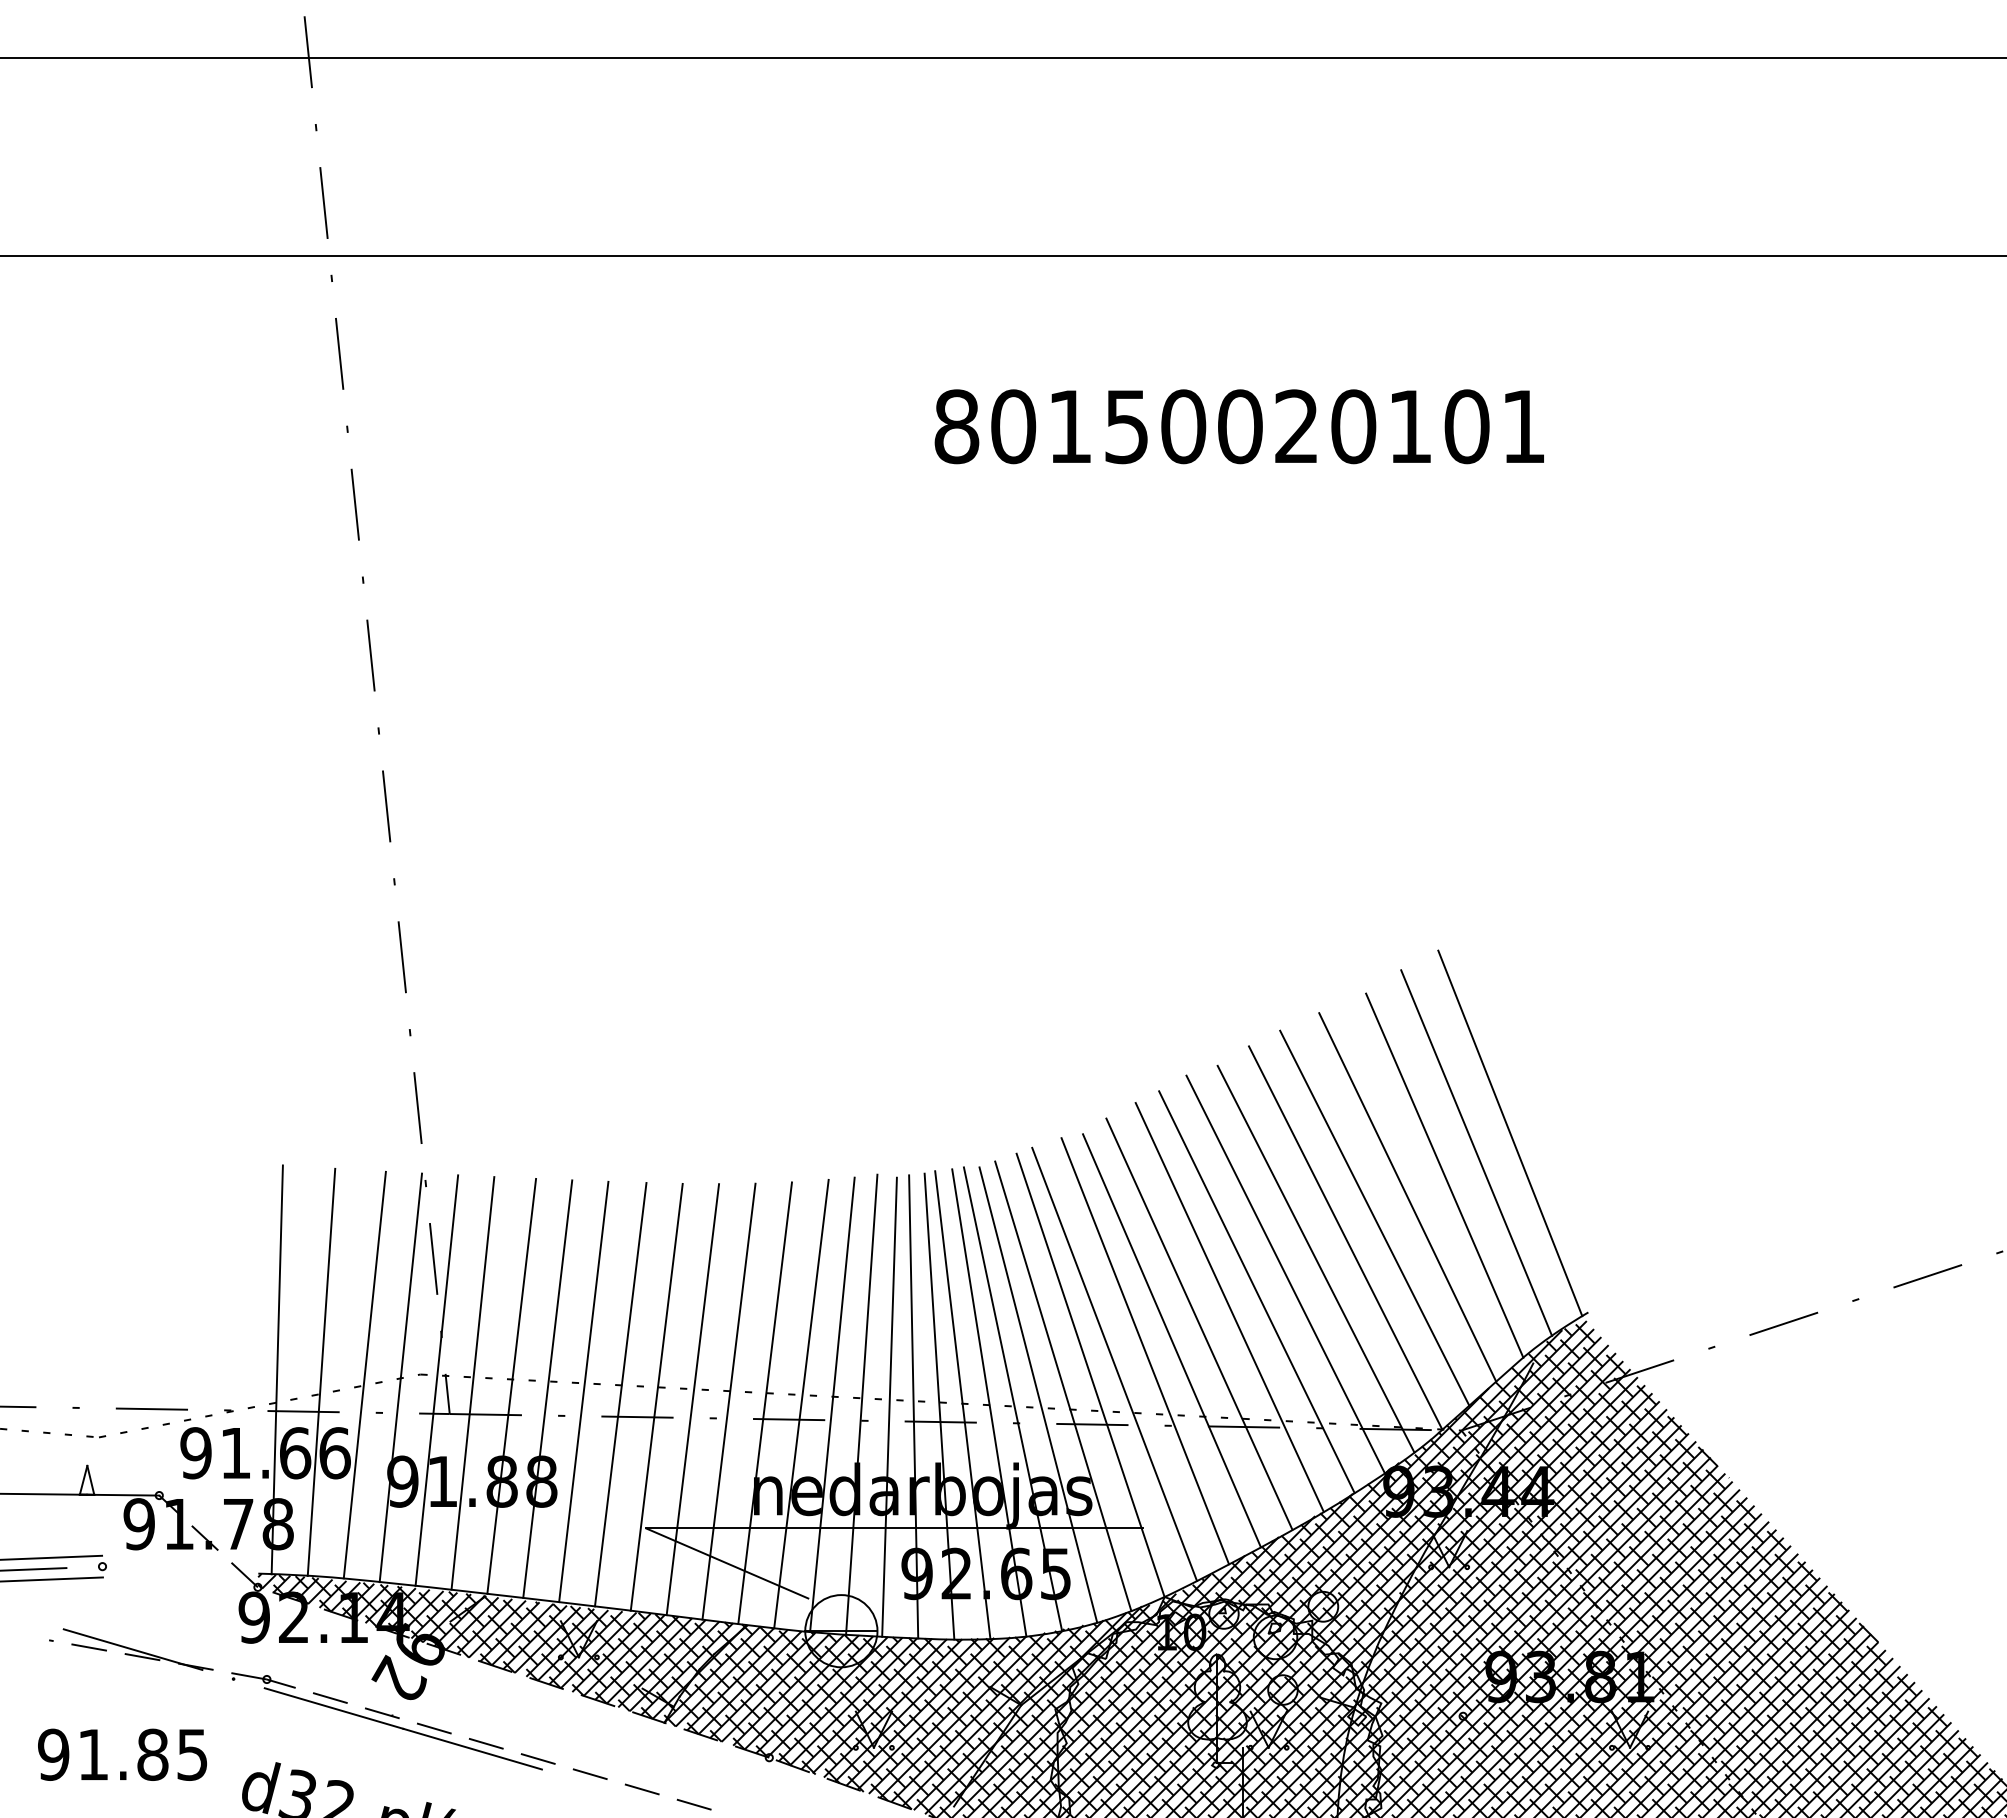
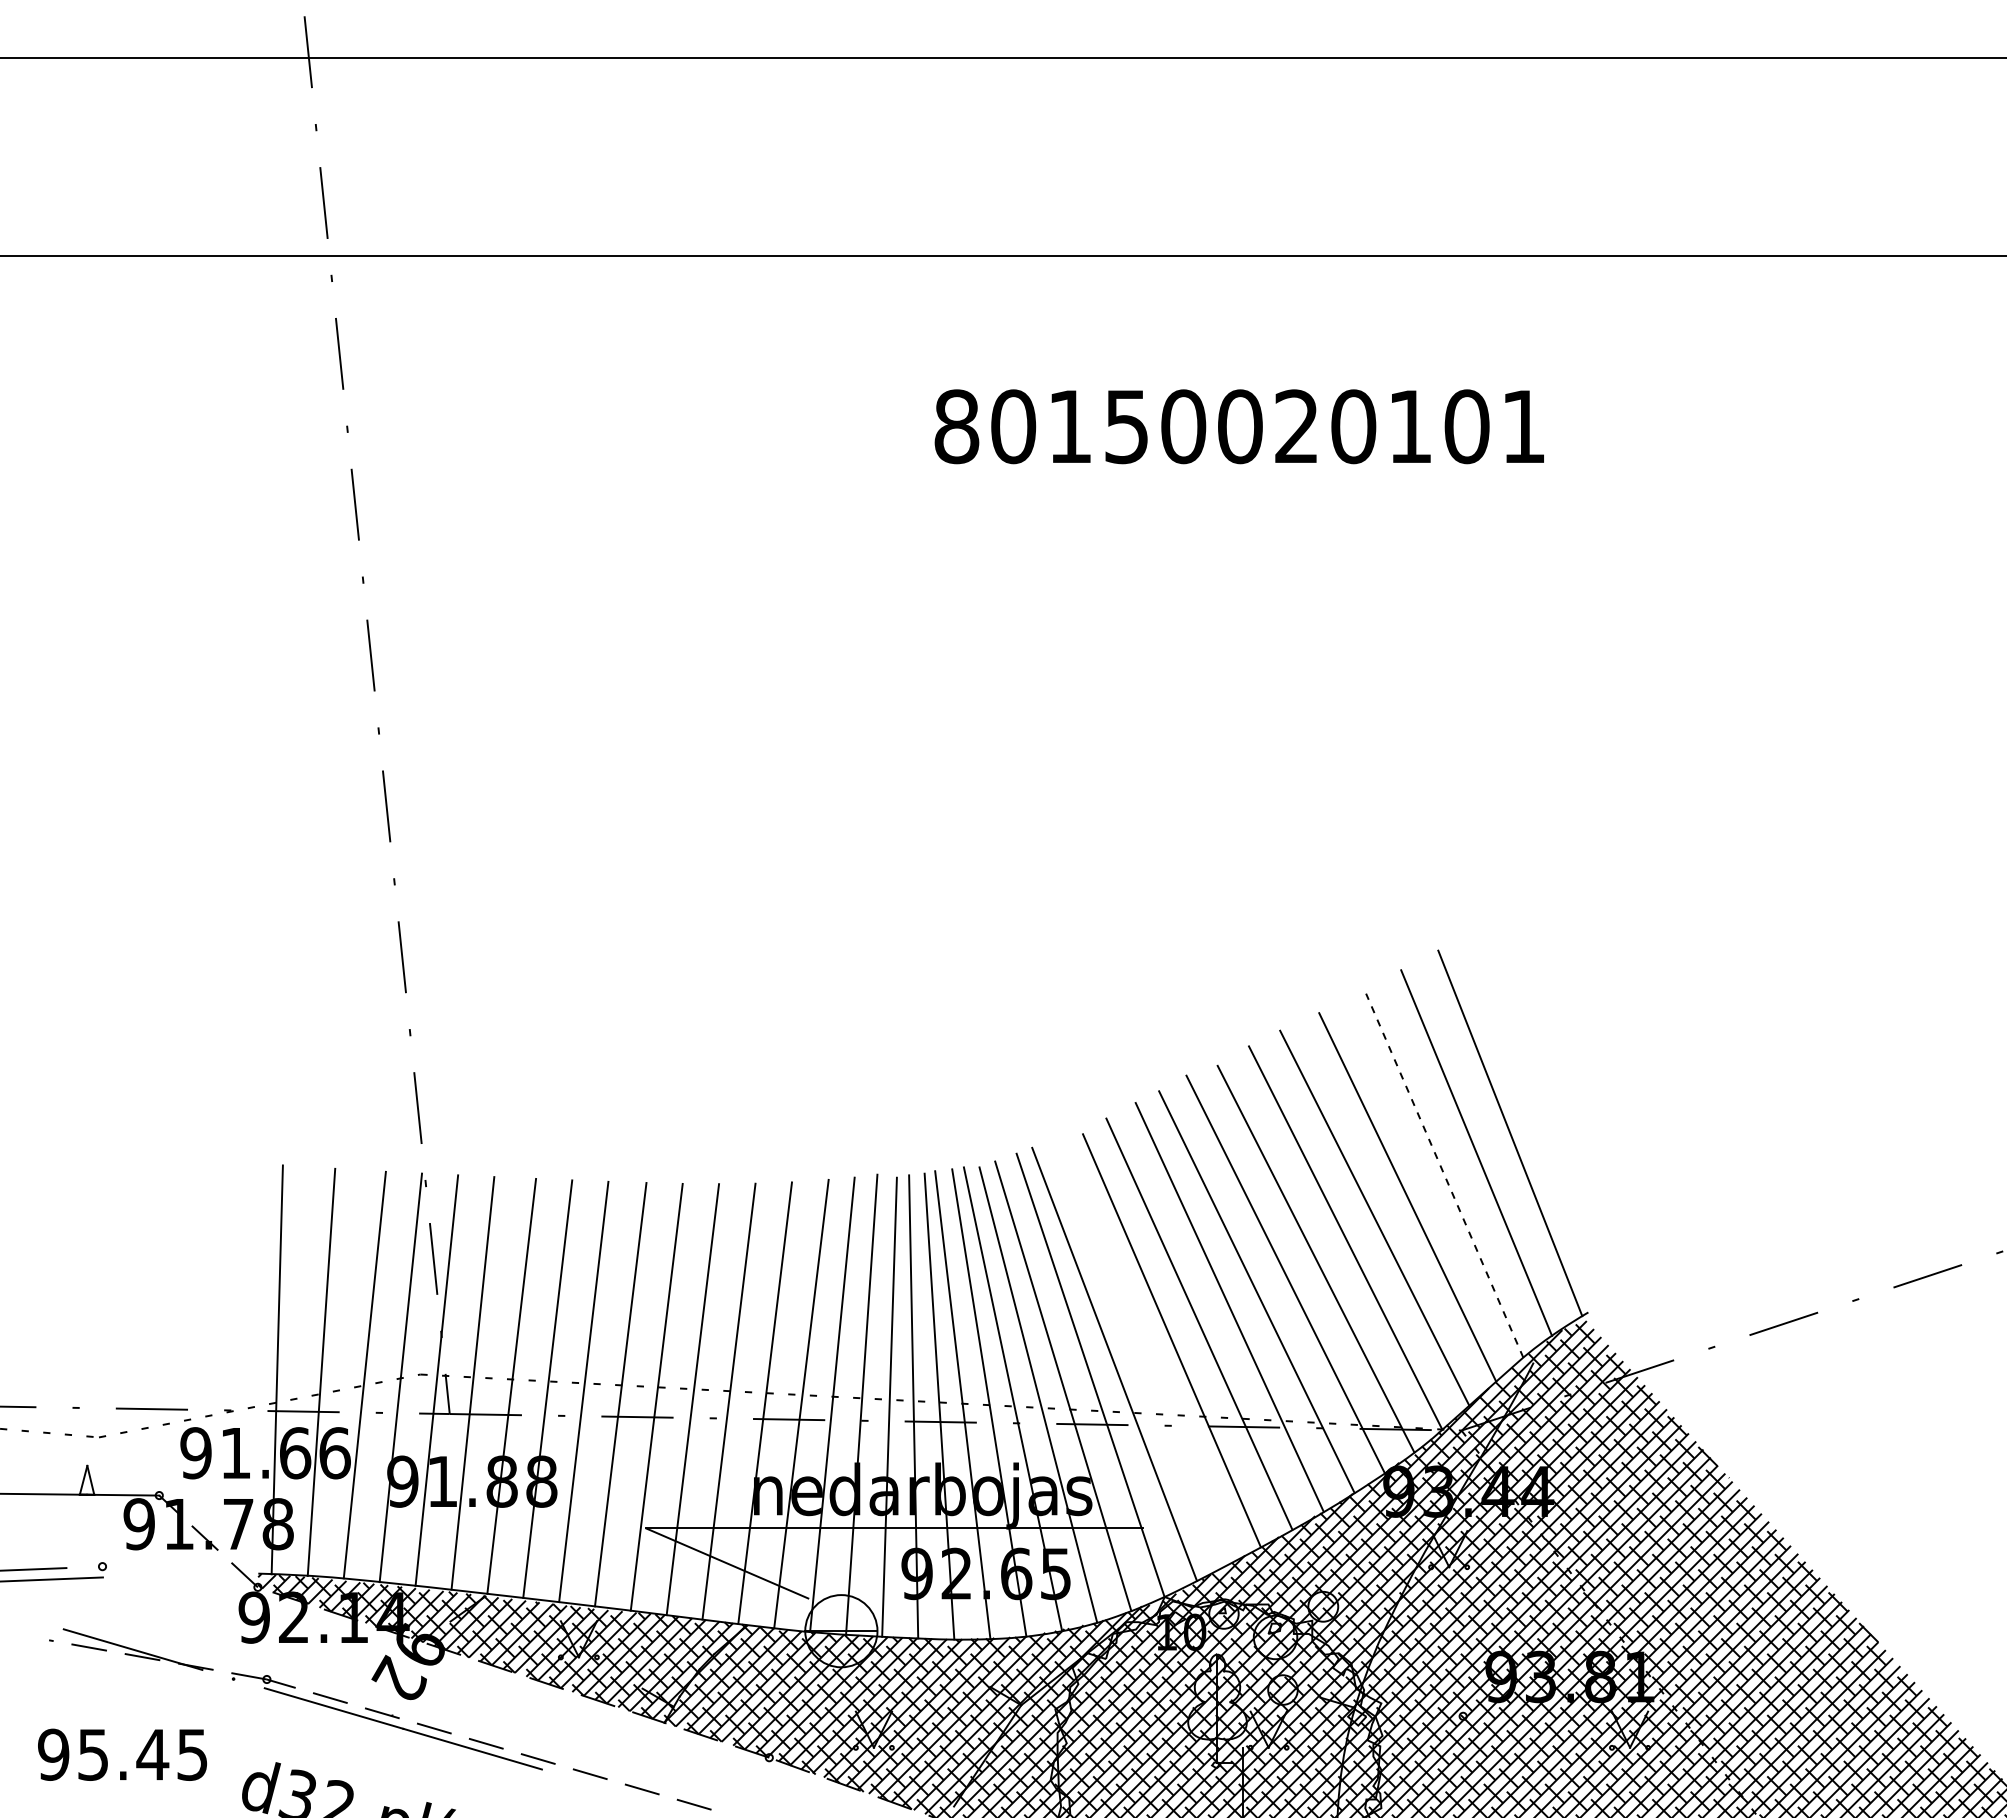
line at (1444, 1175): solid -> dashed
line at (1145, 1351): present -> none
line at (52, 1557): present -> none
text at (123, 1754): 91.85 -> 95.45
